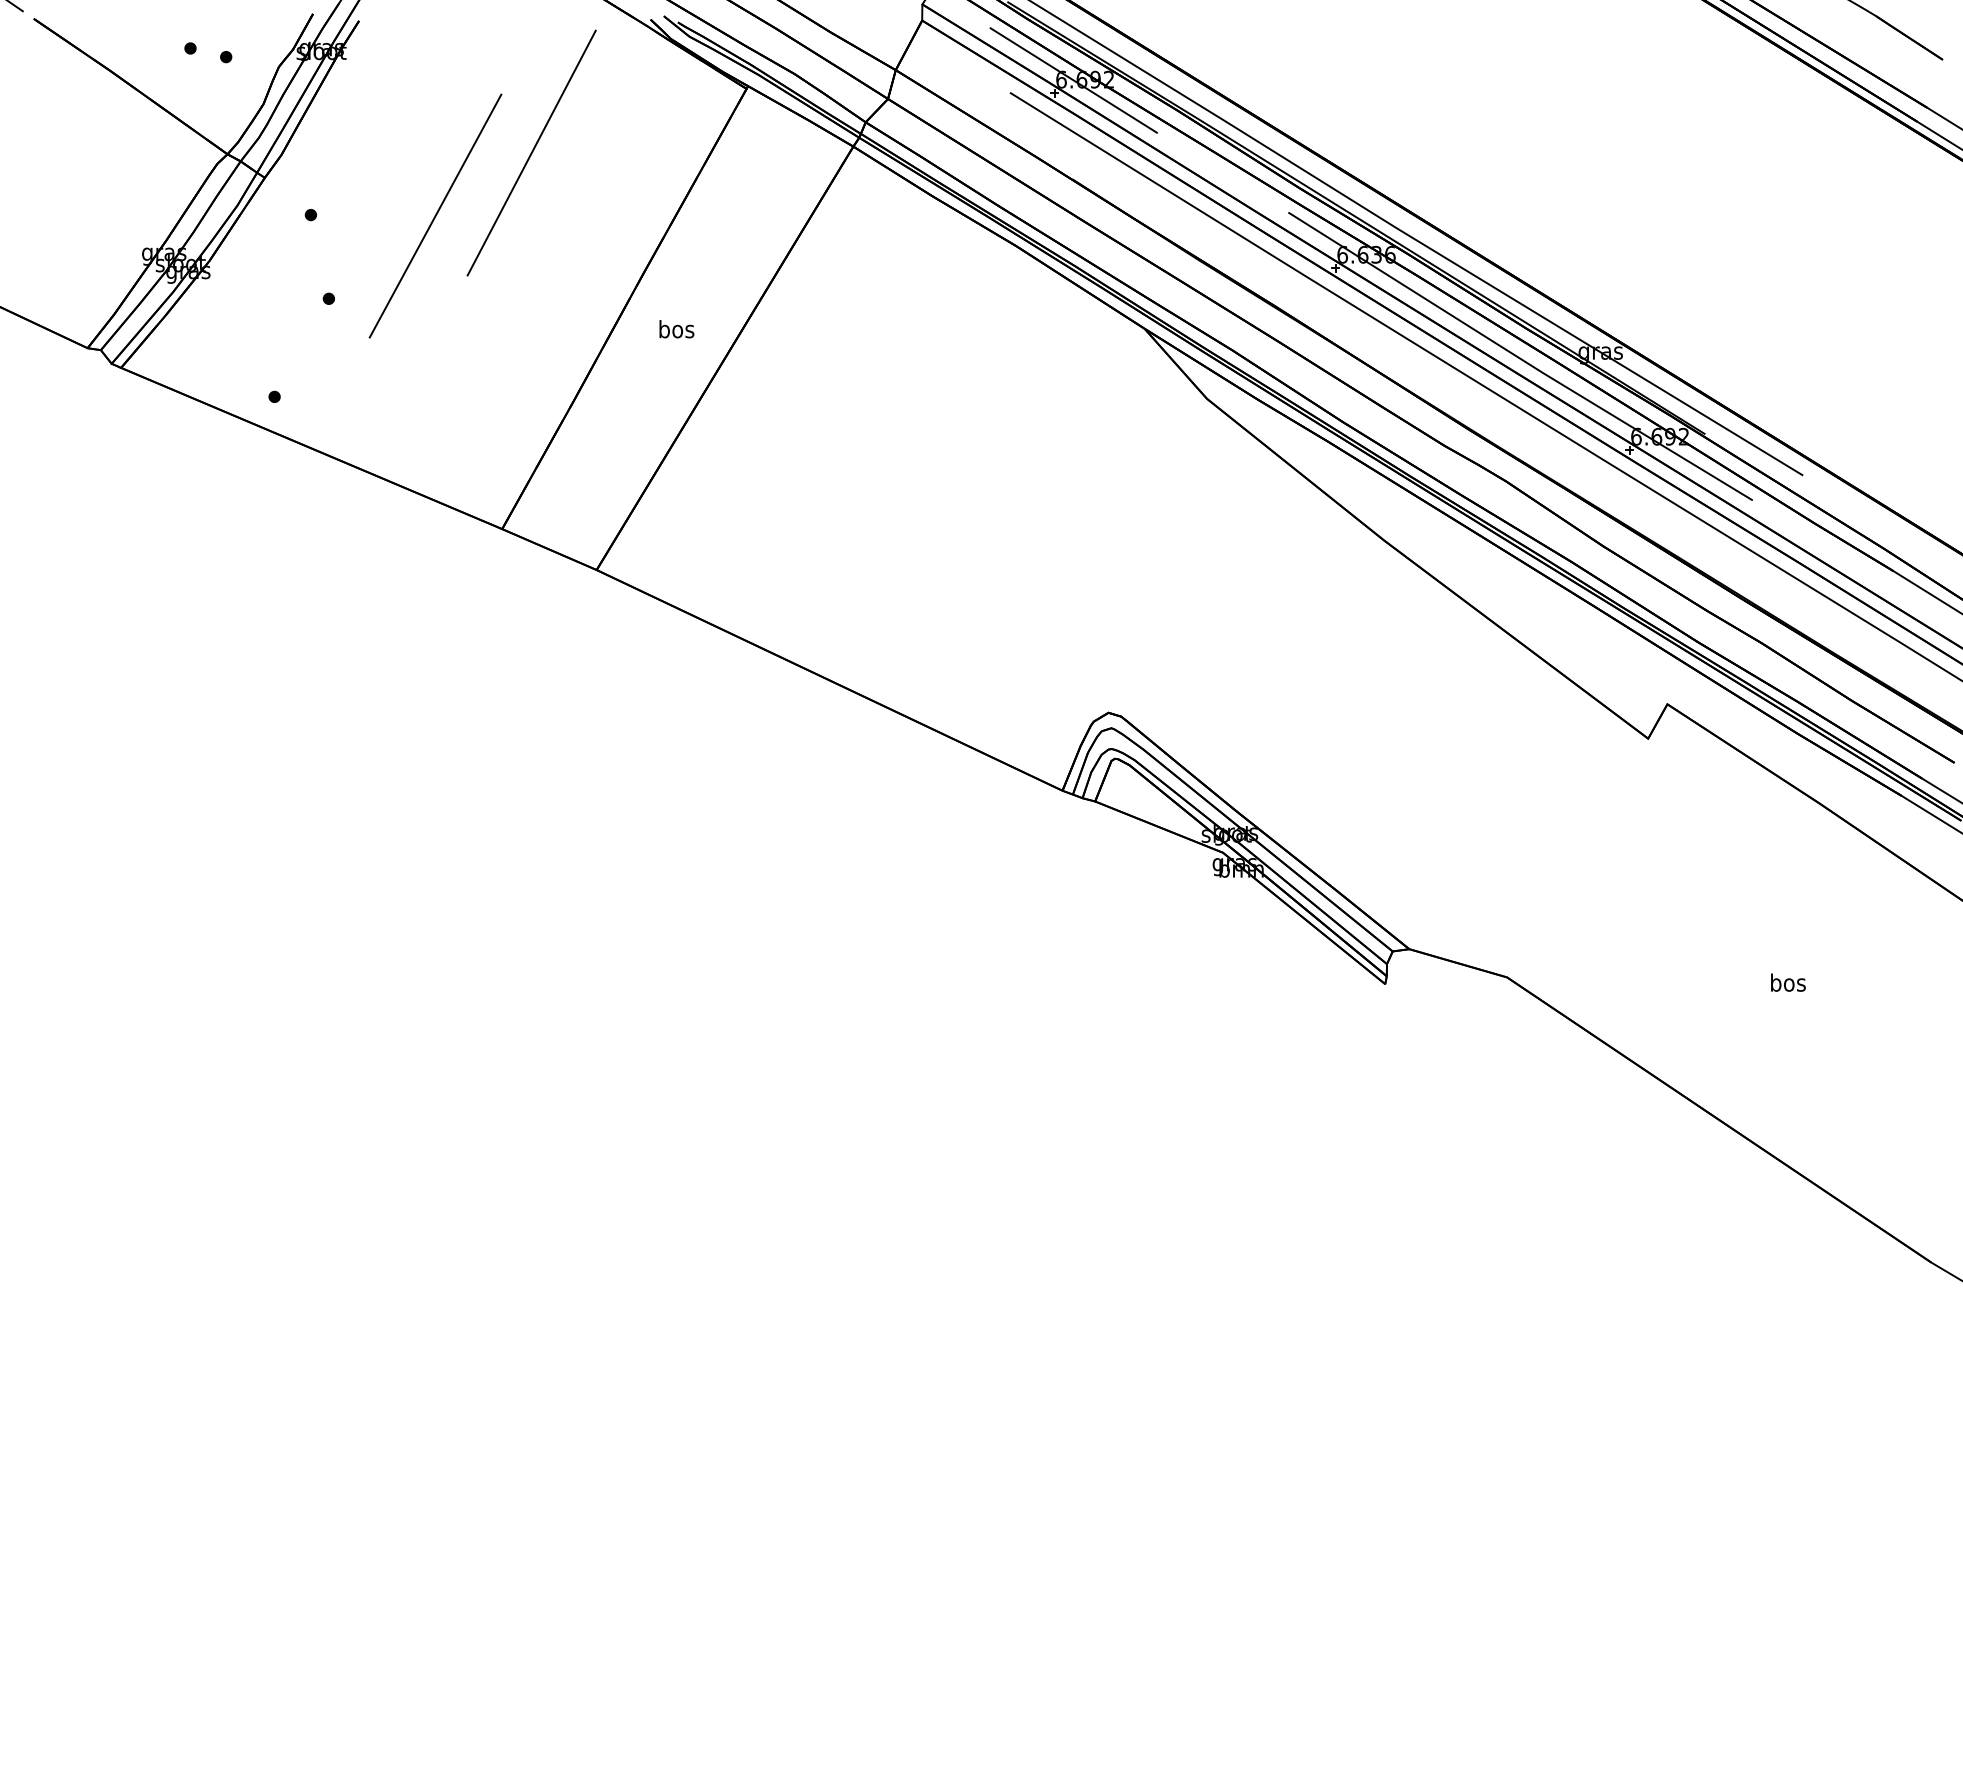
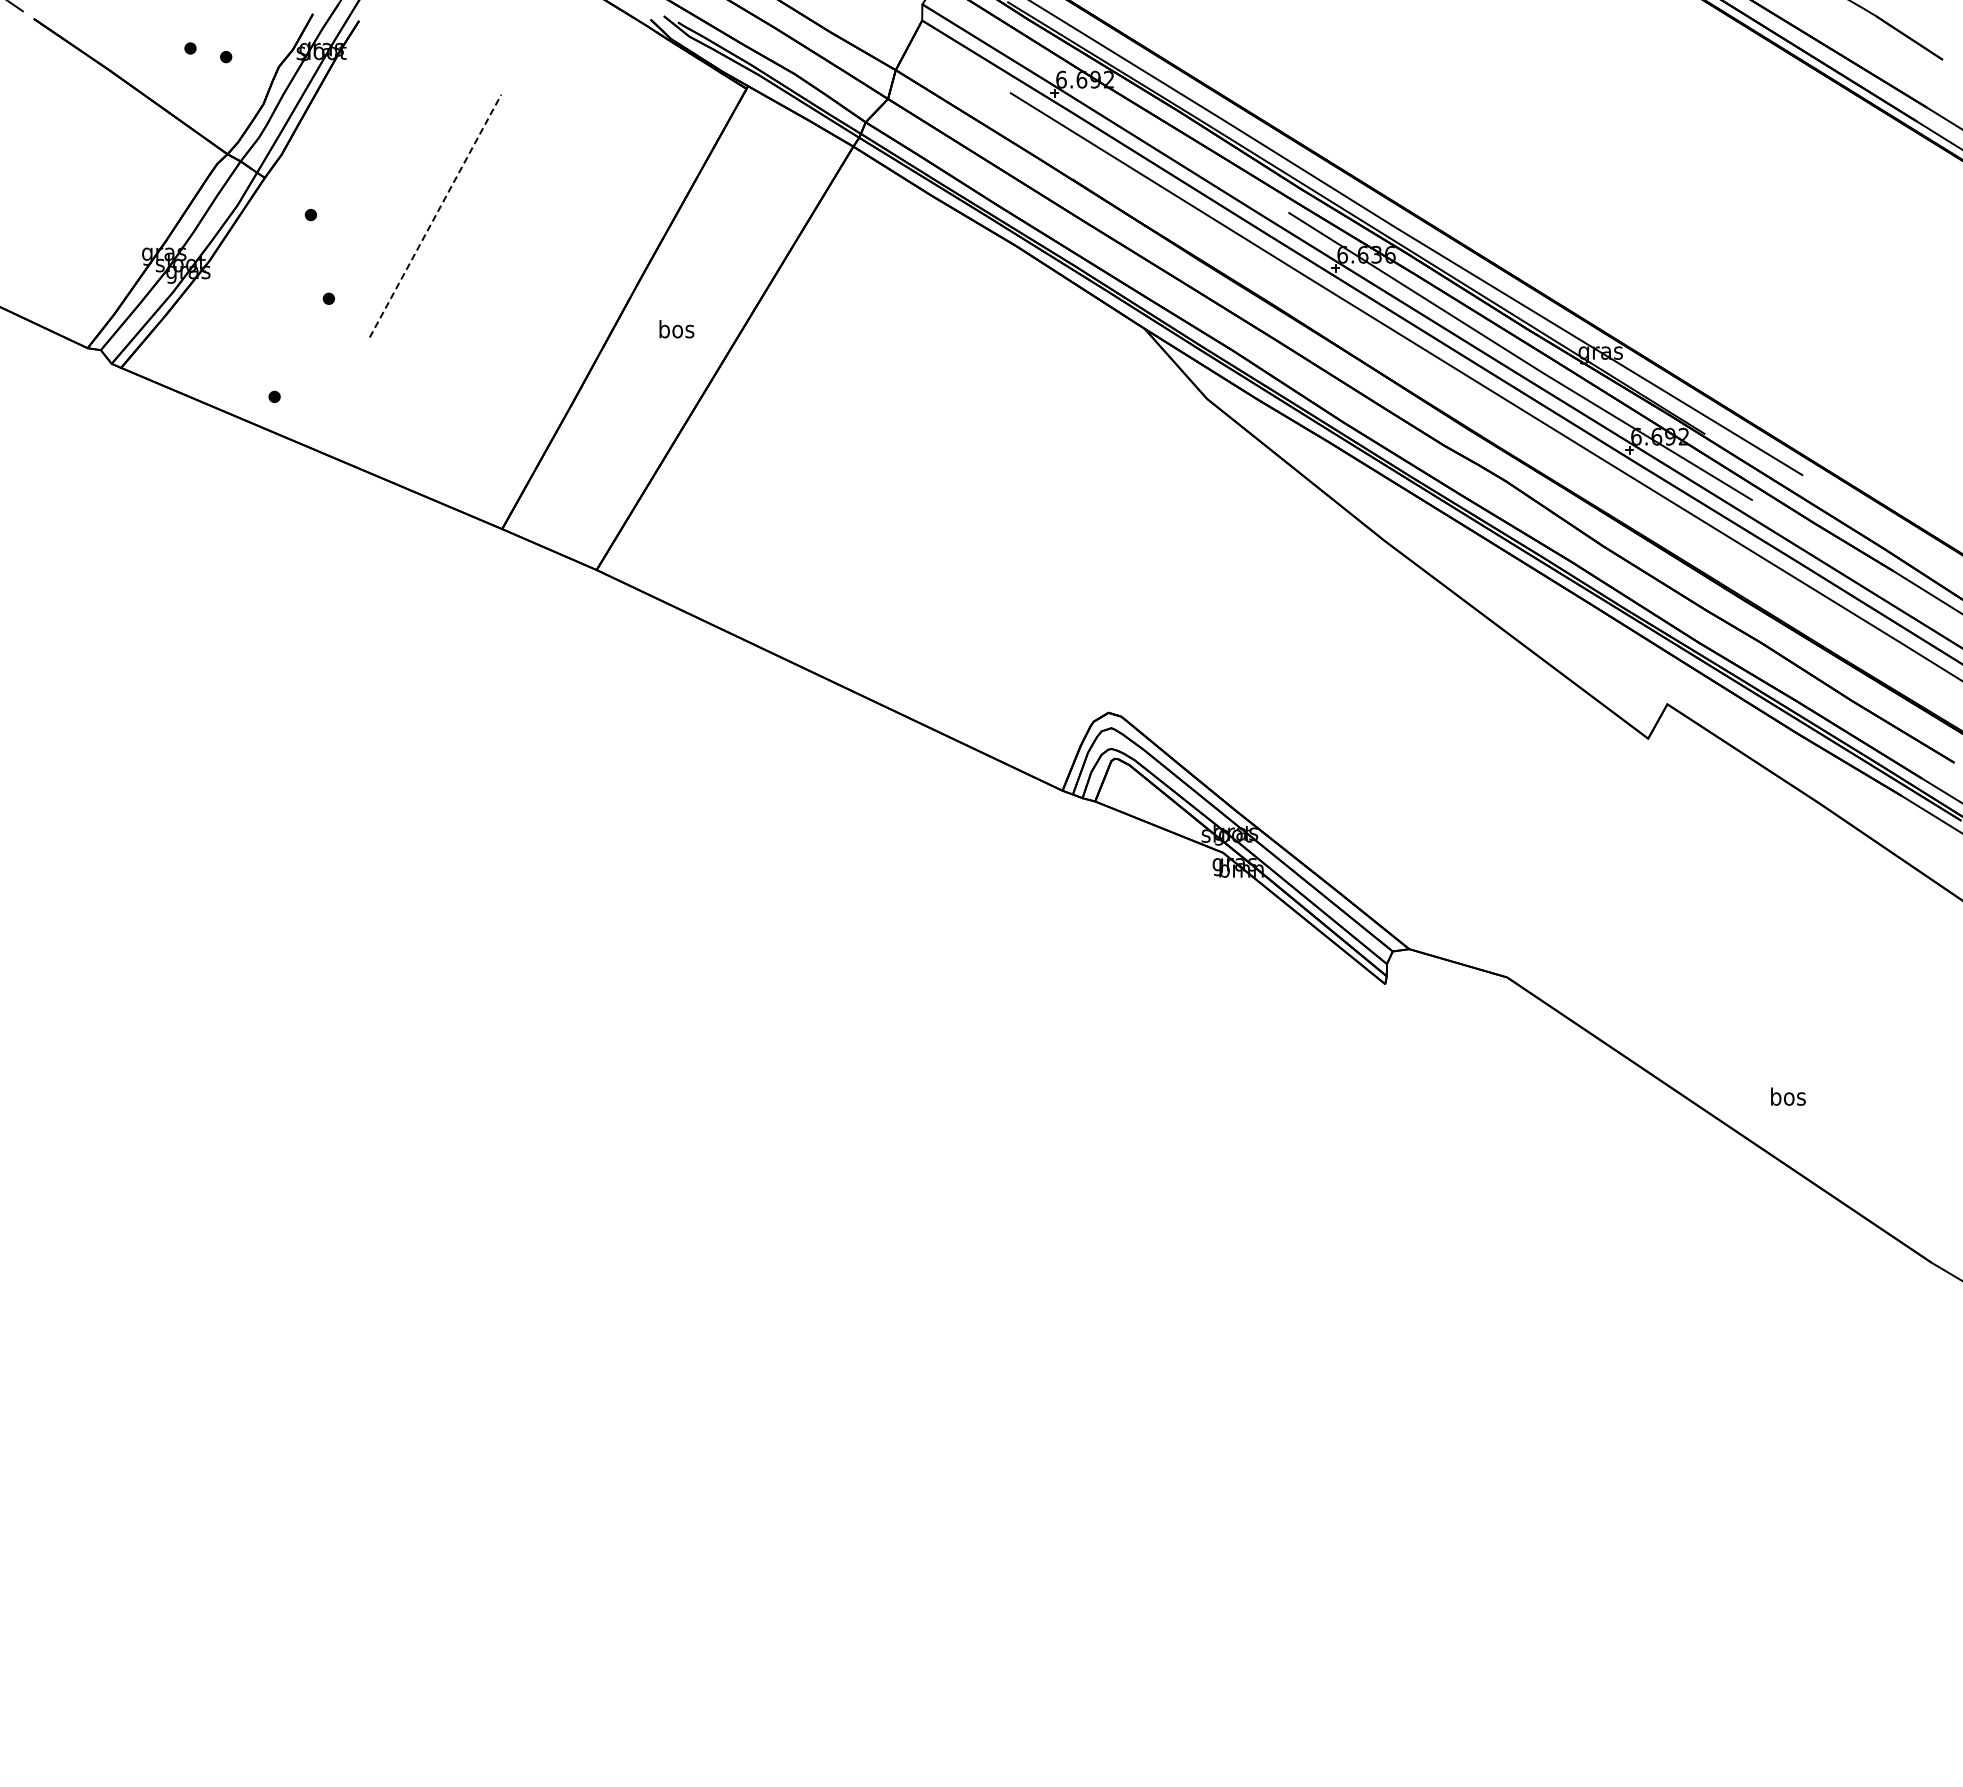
line at (1073, 80): present -> none
line at (531, 152): present -> none
line at (435, 215): solid -> dashed
text at (1788, 982) position: (1788, 982) -> (1788, 1096)
